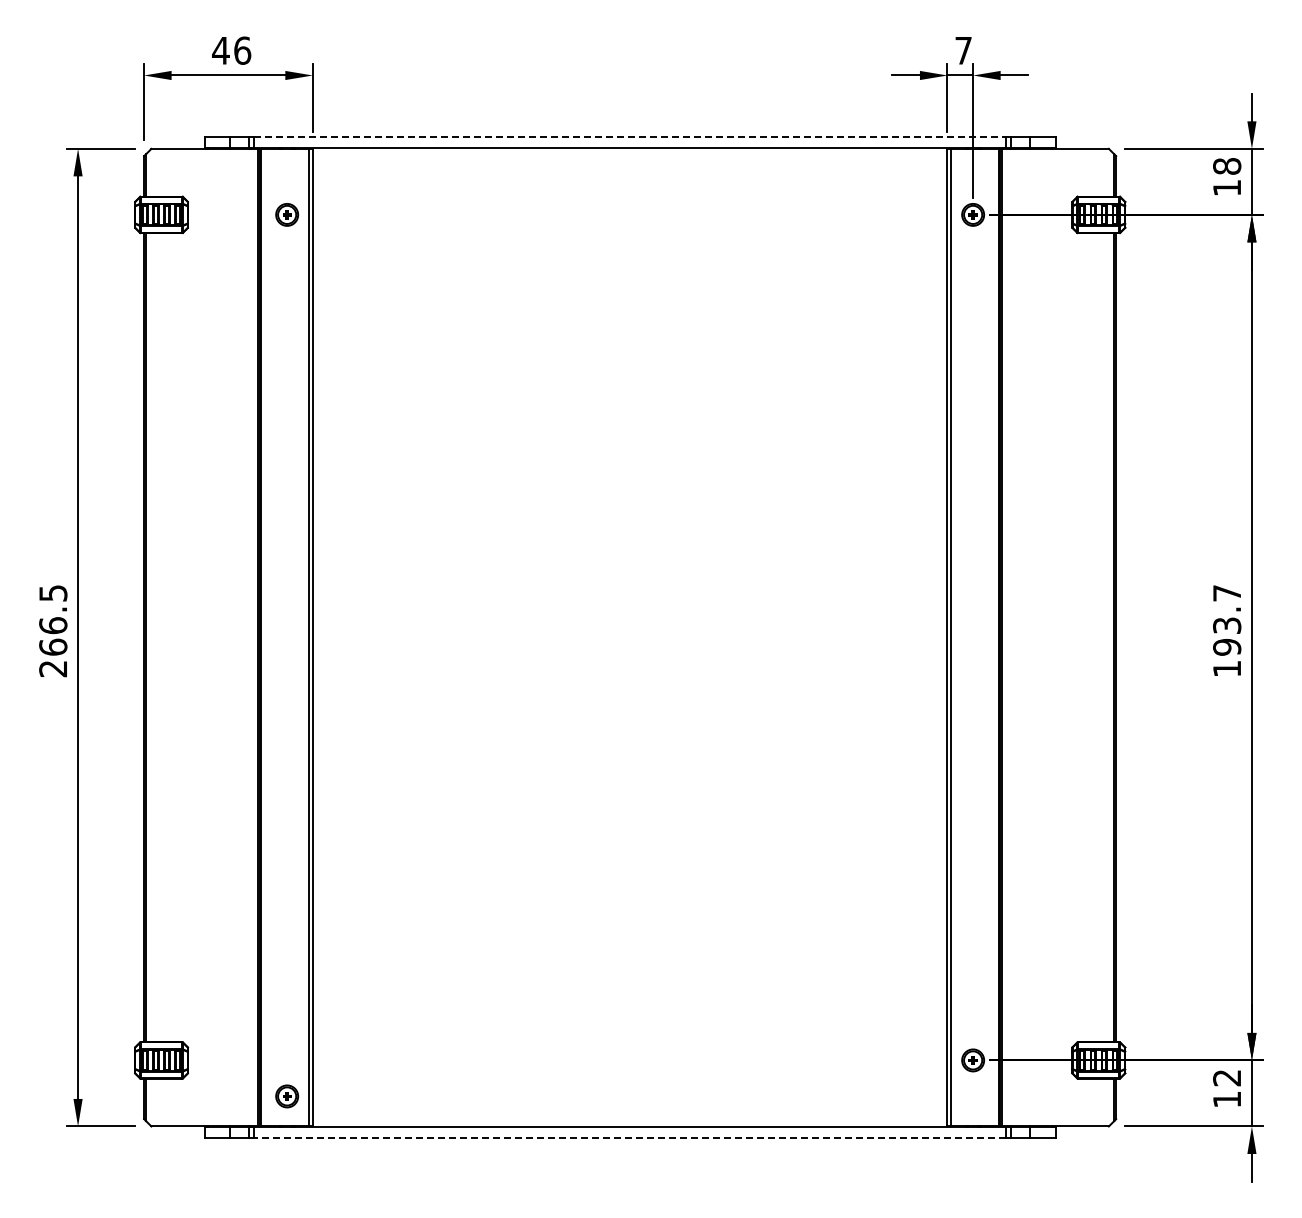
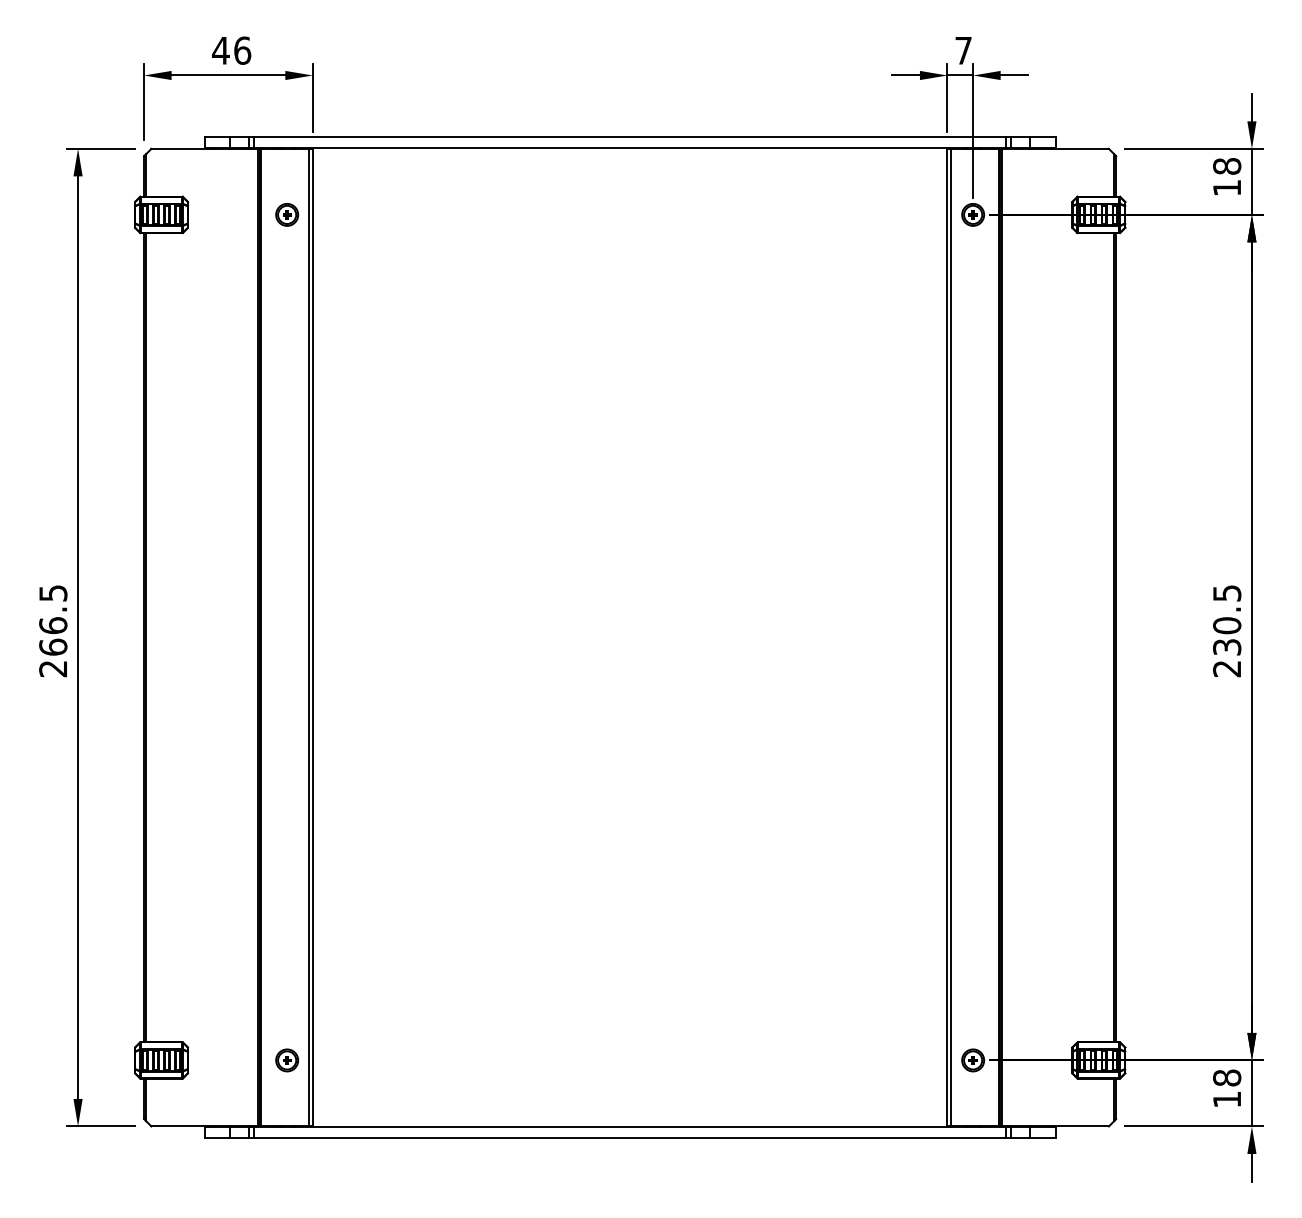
line at (630, 136): dashed -> solid
text at (1227, 631): 193.7 -> 230.5
text at (1227, 1077): 12 -> 18
part at (287, 1096) position: (287, 1096) -> (287, 1060)
line at (629, 1138): dashed -> solid
